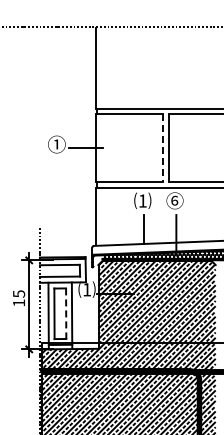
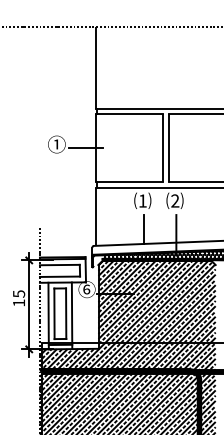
line at (162, 148): dashed -> solid
text at (174, 200): ⑥ -> ⑵
text at (86, 289): ⑴ -> ⑥
line at (66, 314): dashed -> solid
